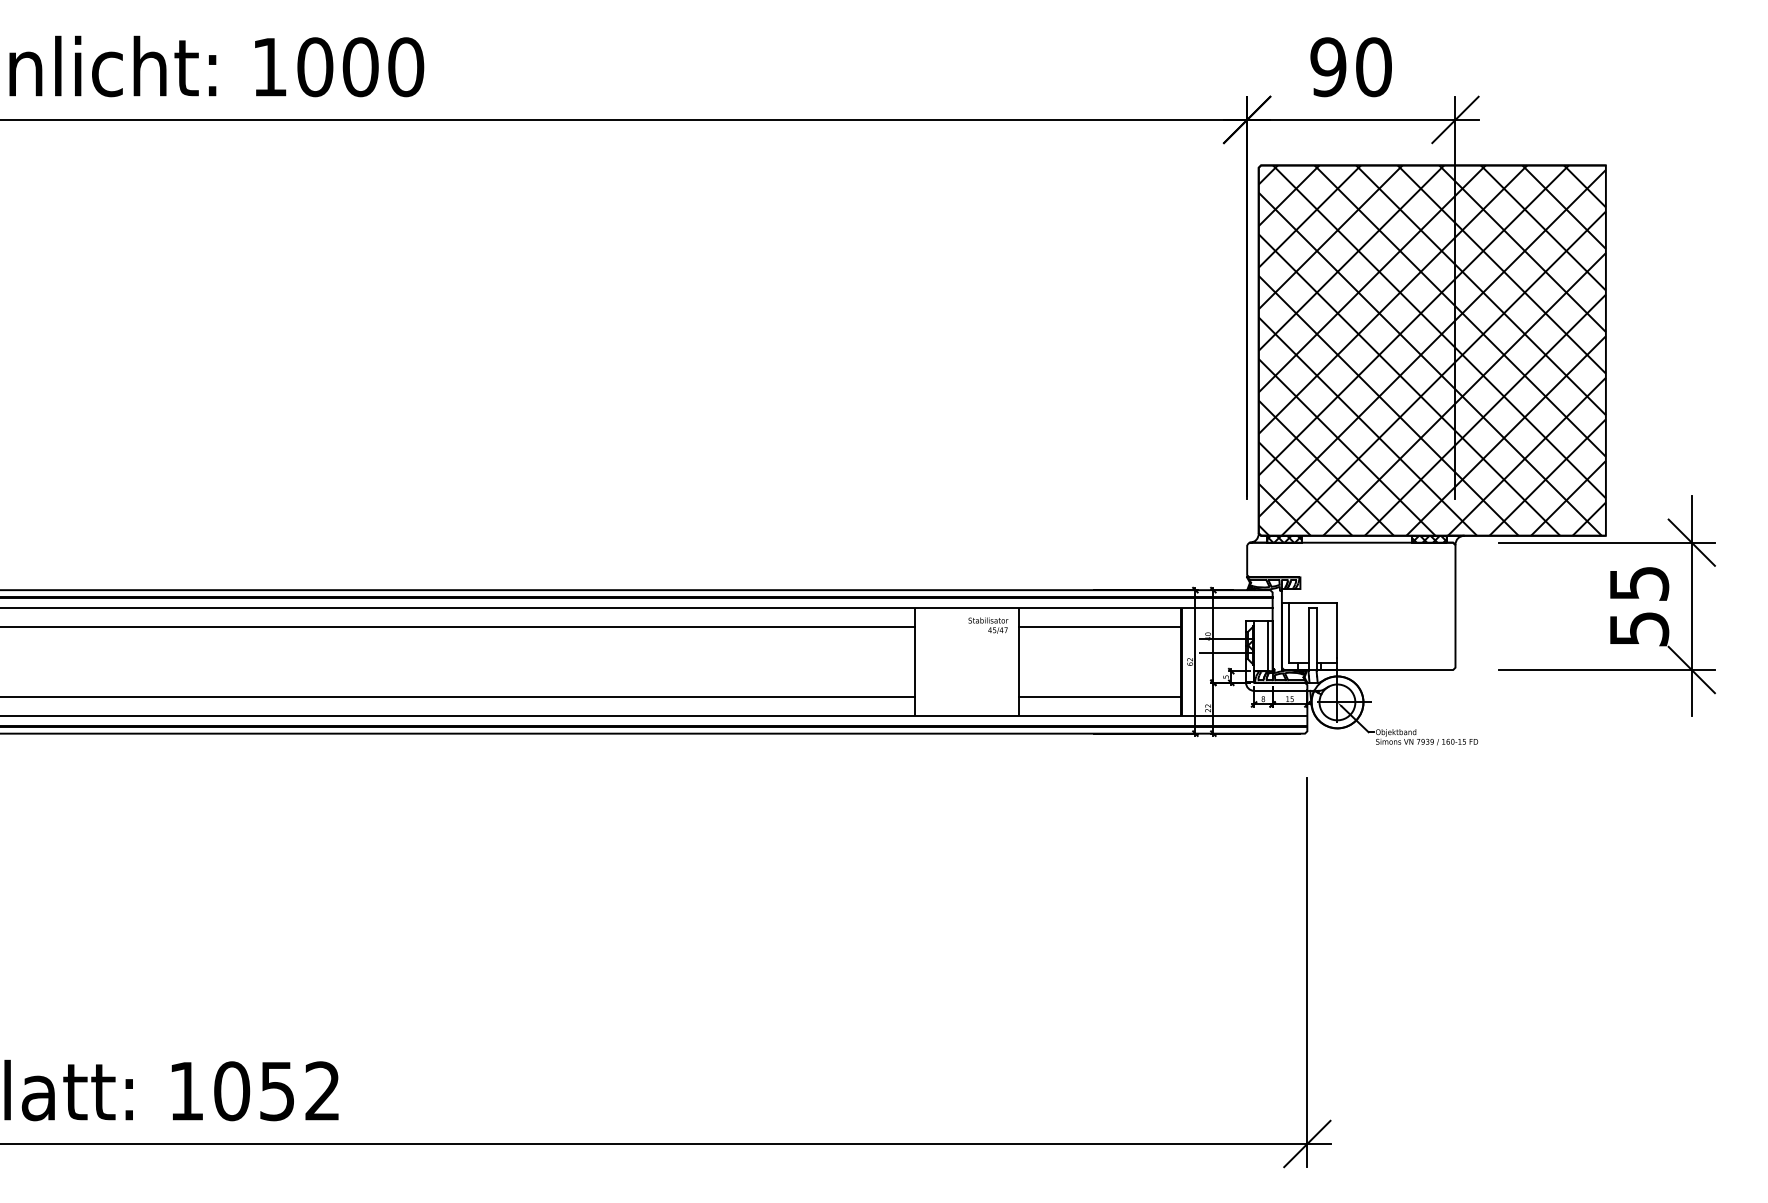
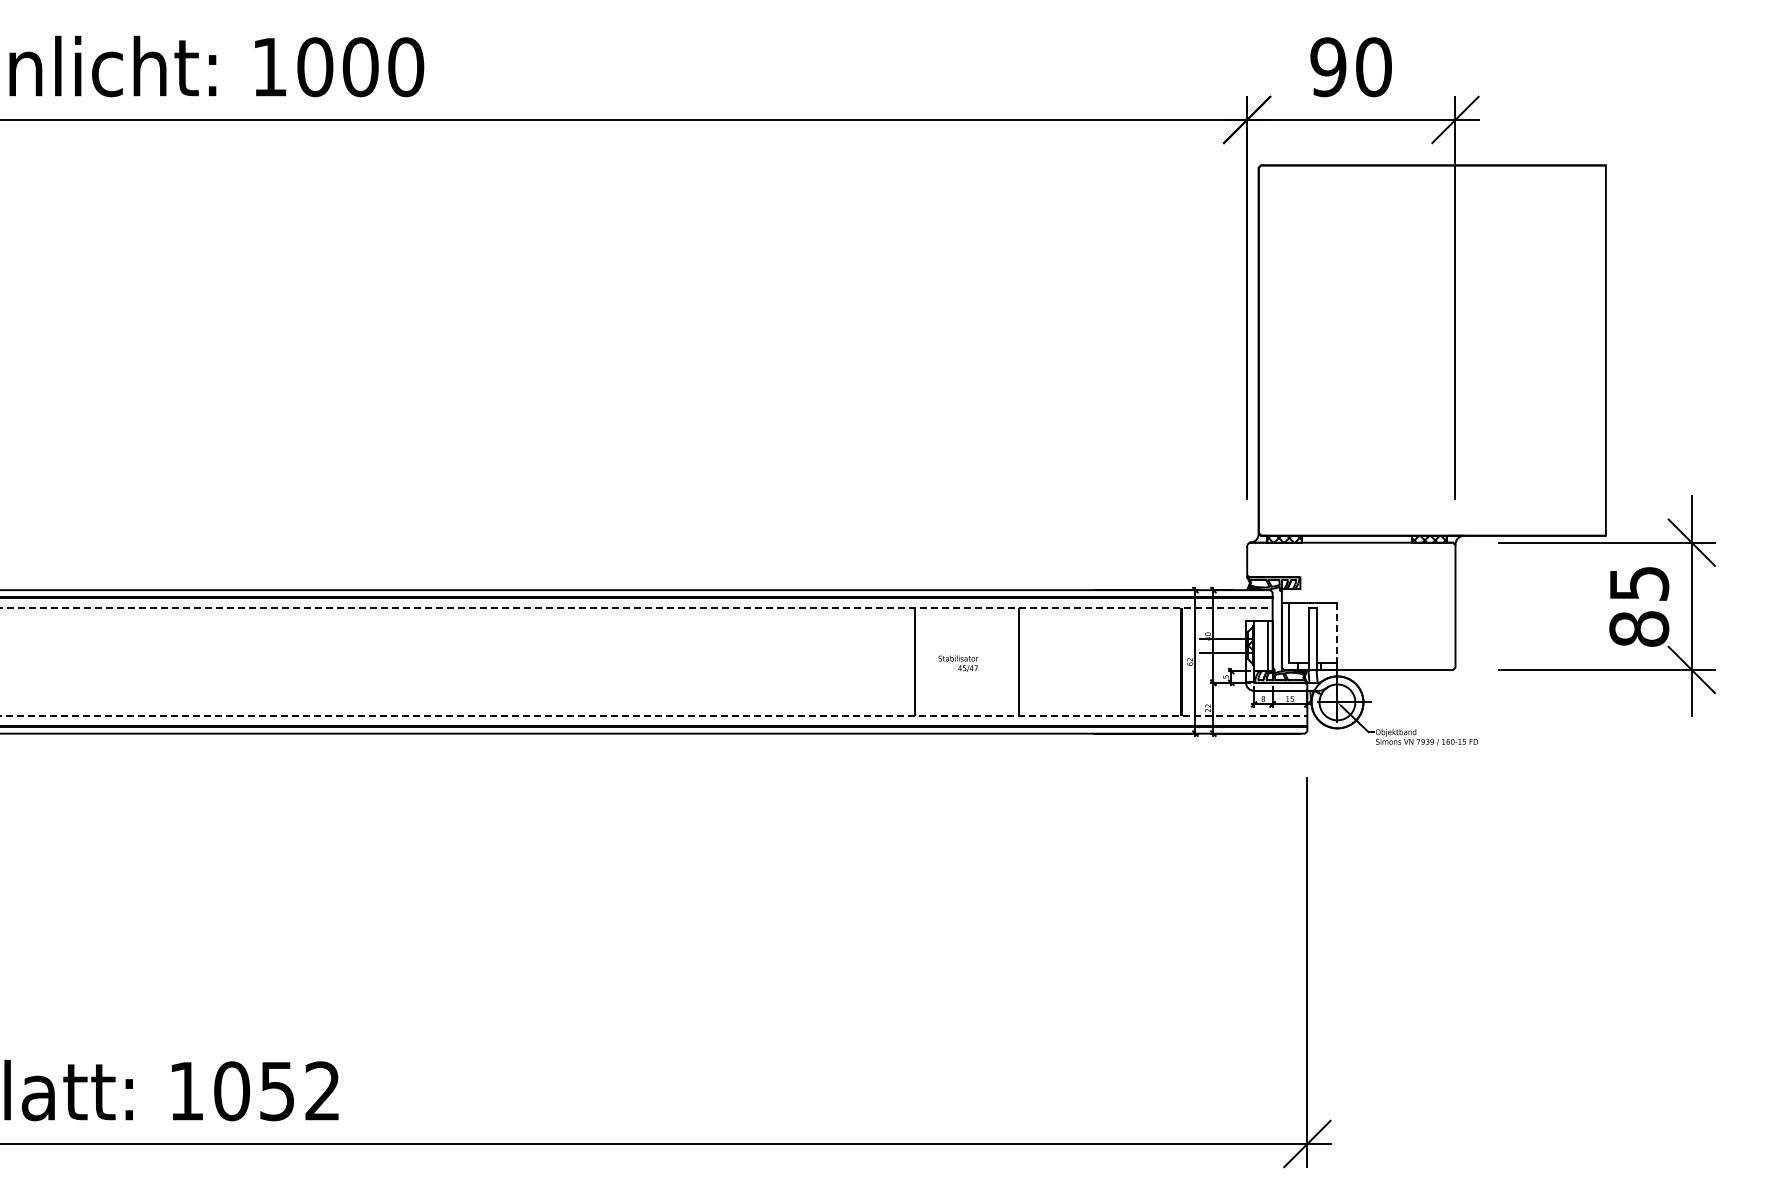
hatch at (1431, 350): present -> none
line at (636, 607): solid -> dashed
text at (988, 625) position: (988, 625) -> (958, 663)
line at (458, 627): present -> none
line at (1100, 627): present -> none
text at (1639, 628): 55 -> 85
line at (1337, 630): solid -> dashed
line at (458, 696): present -> none
line at (1100, 696): present -> none
line at (654, 716): solid -> dashed
